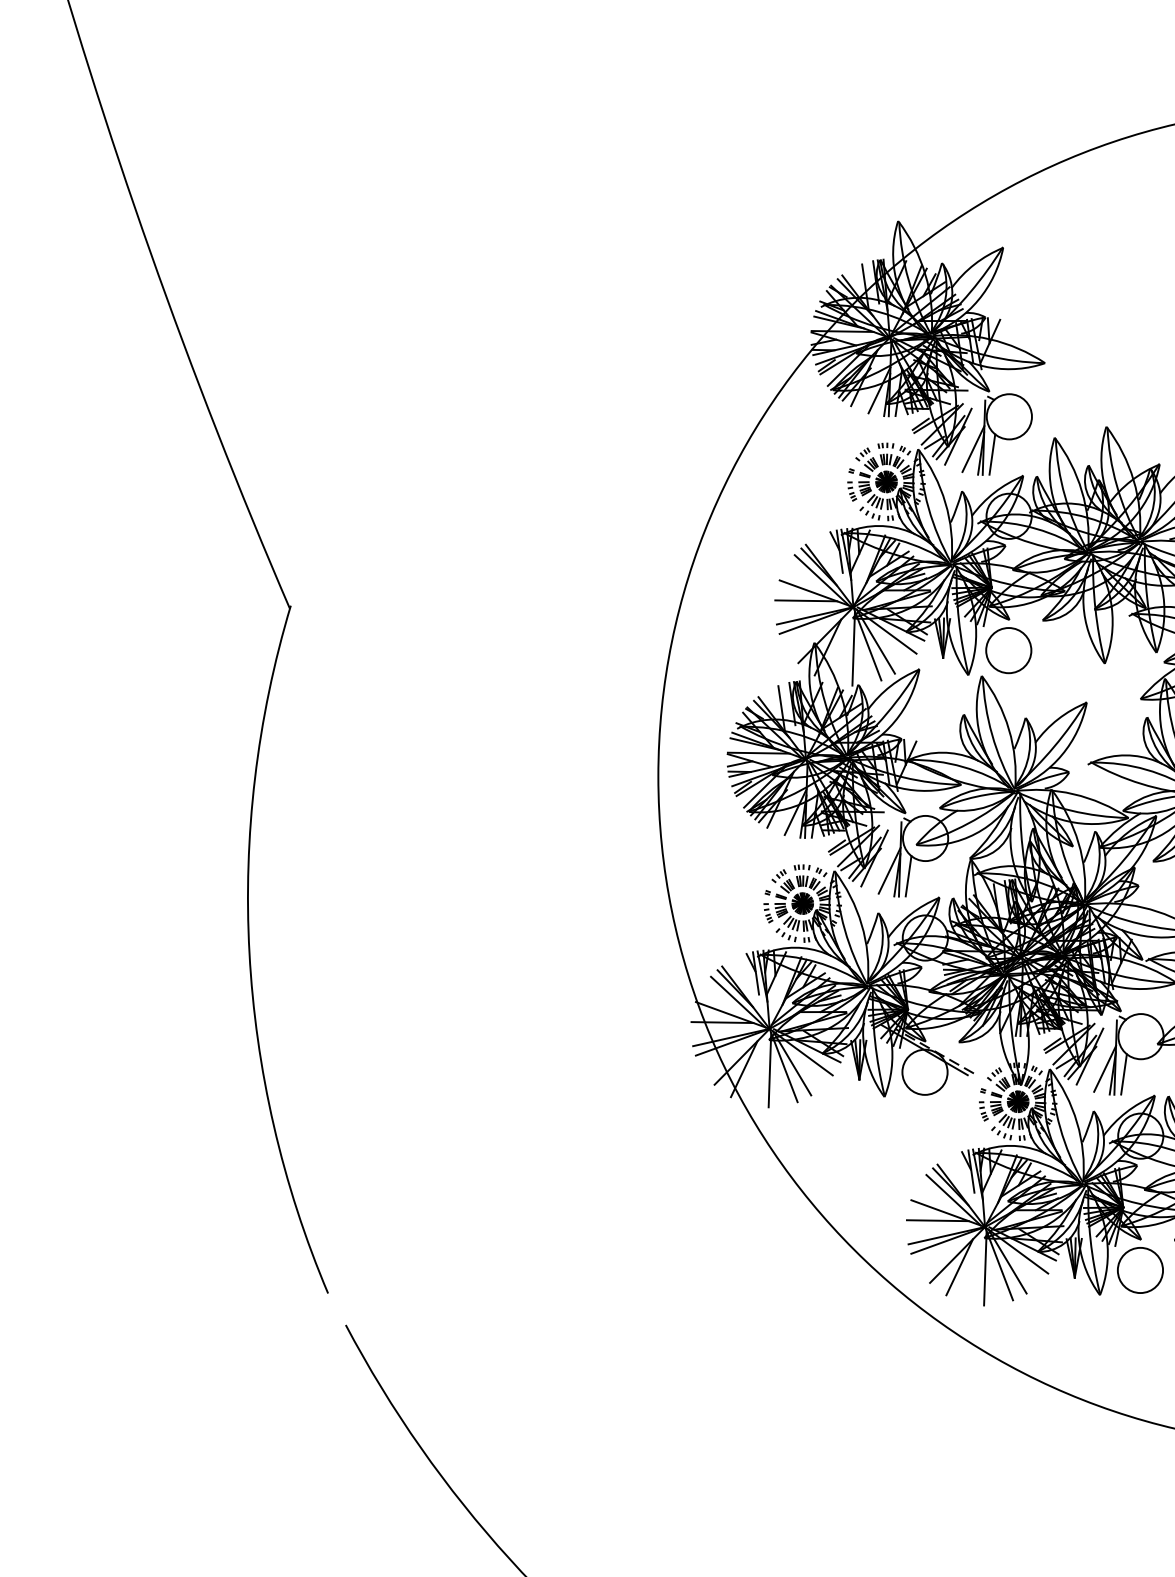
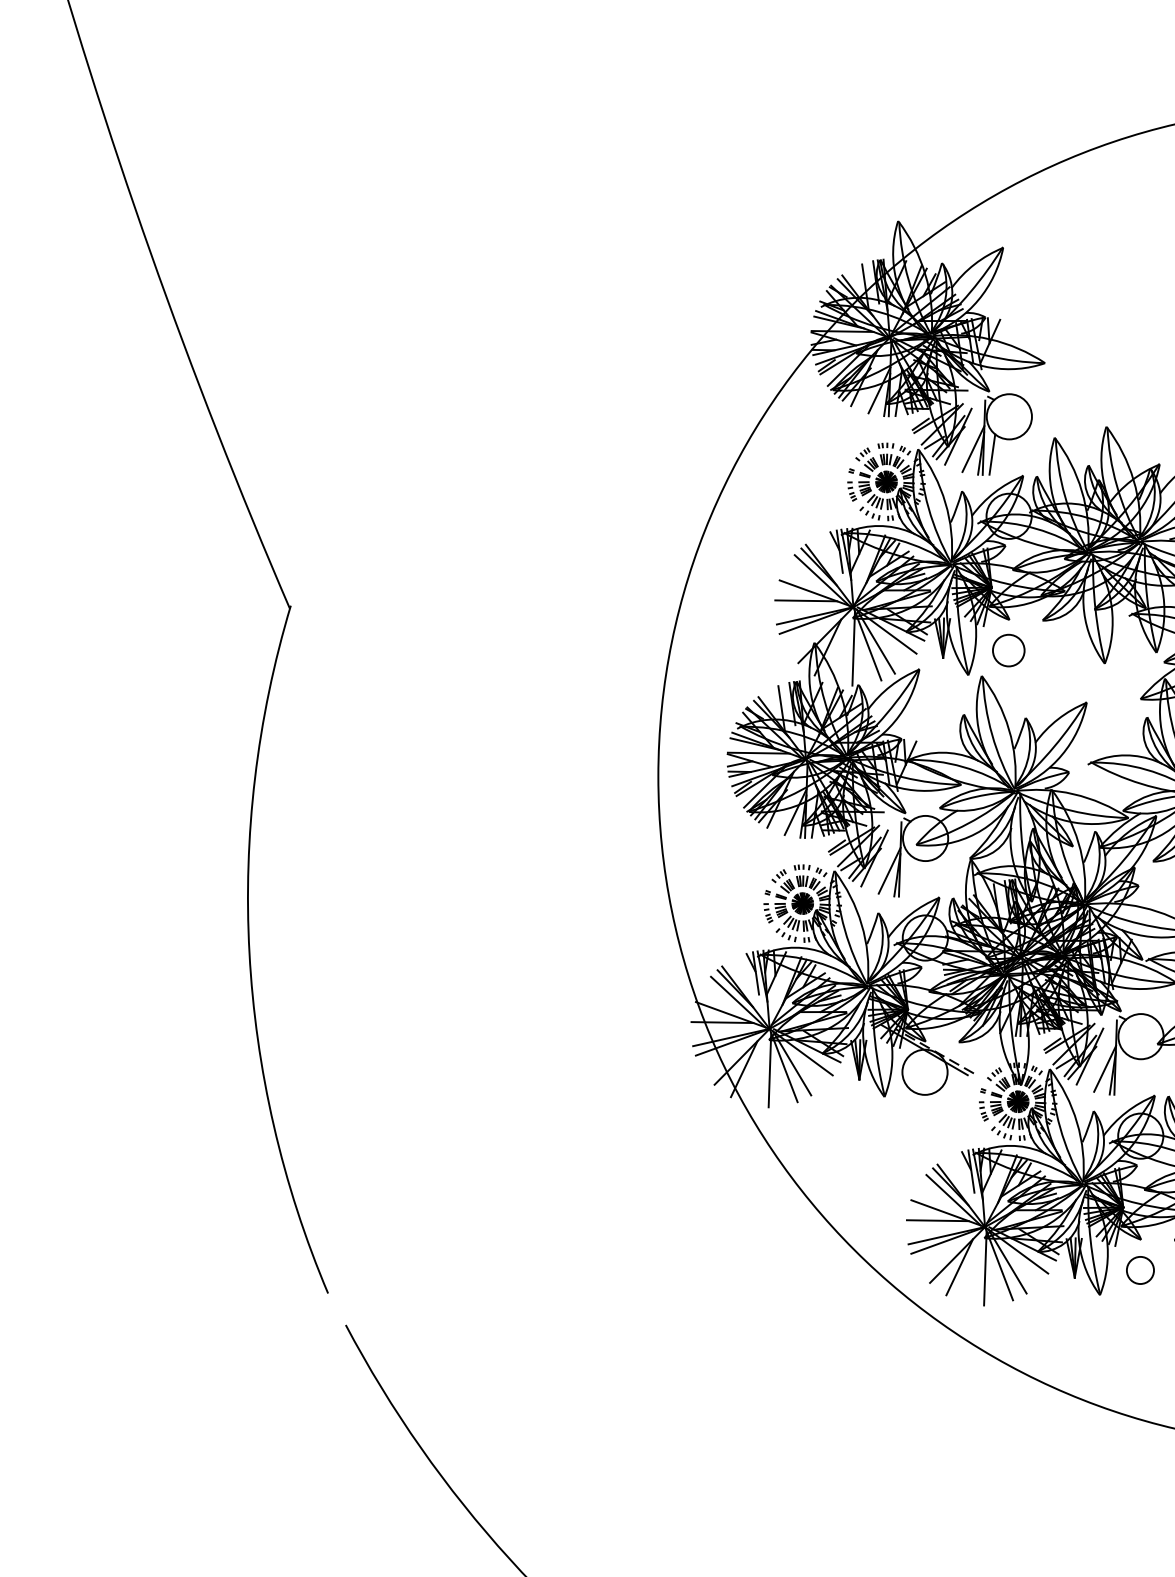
circle at (1008, 650) diameter: 45 px -> 32 px
line at (908, 876): present -> none
line at (1123, 1074): present -> none
circle at (1140, 1270) diameter: 45 px -> 27 px
